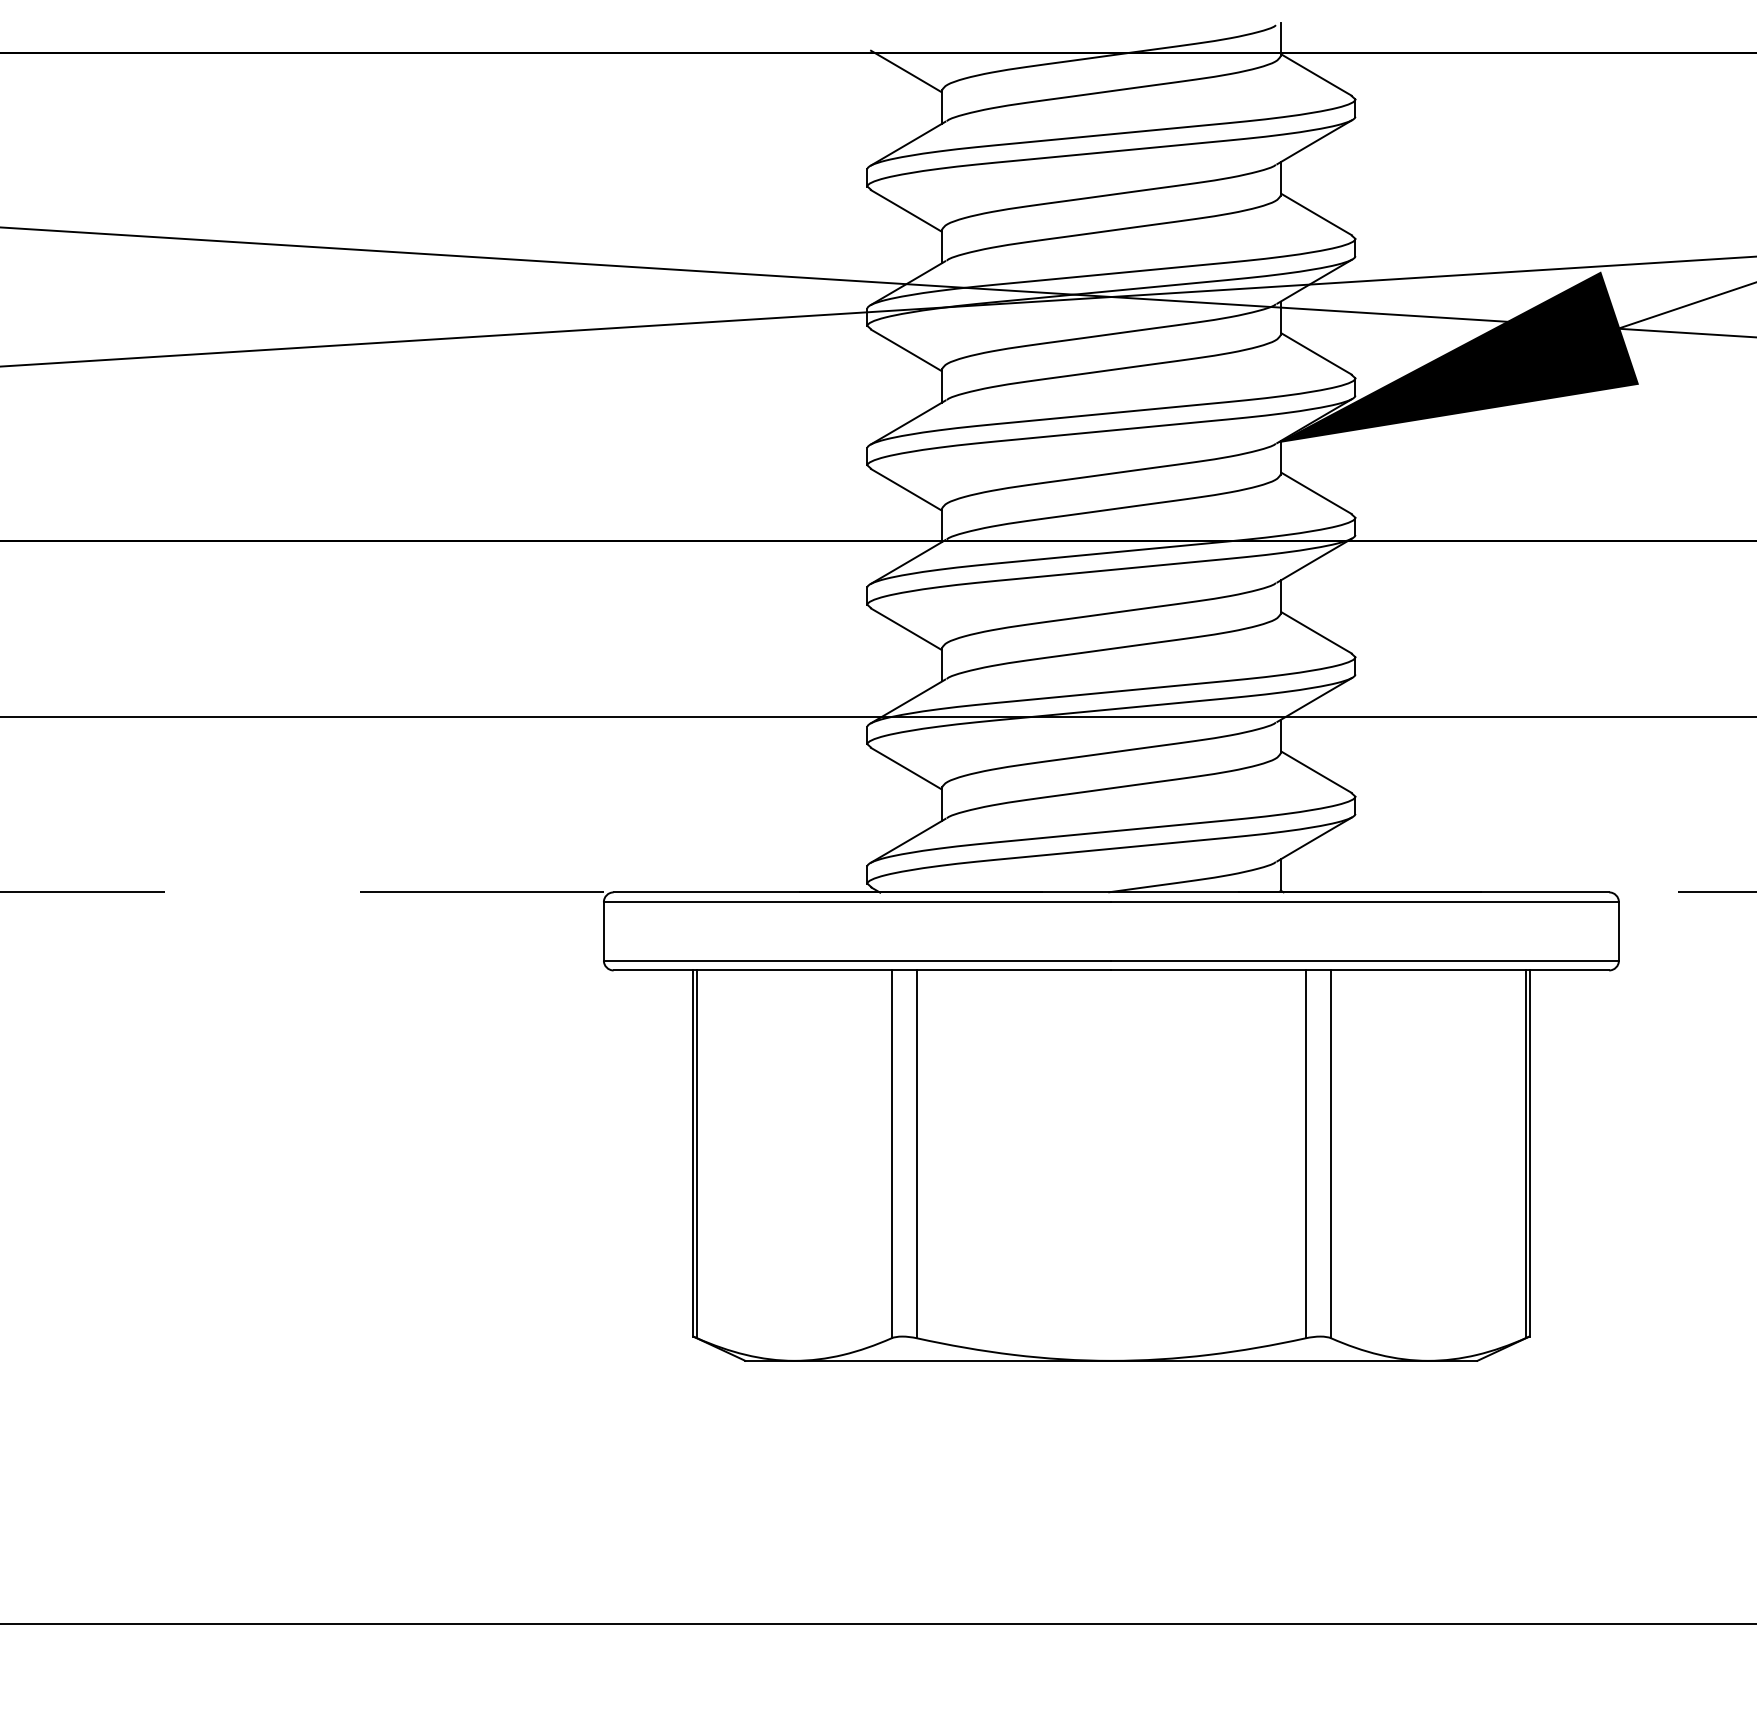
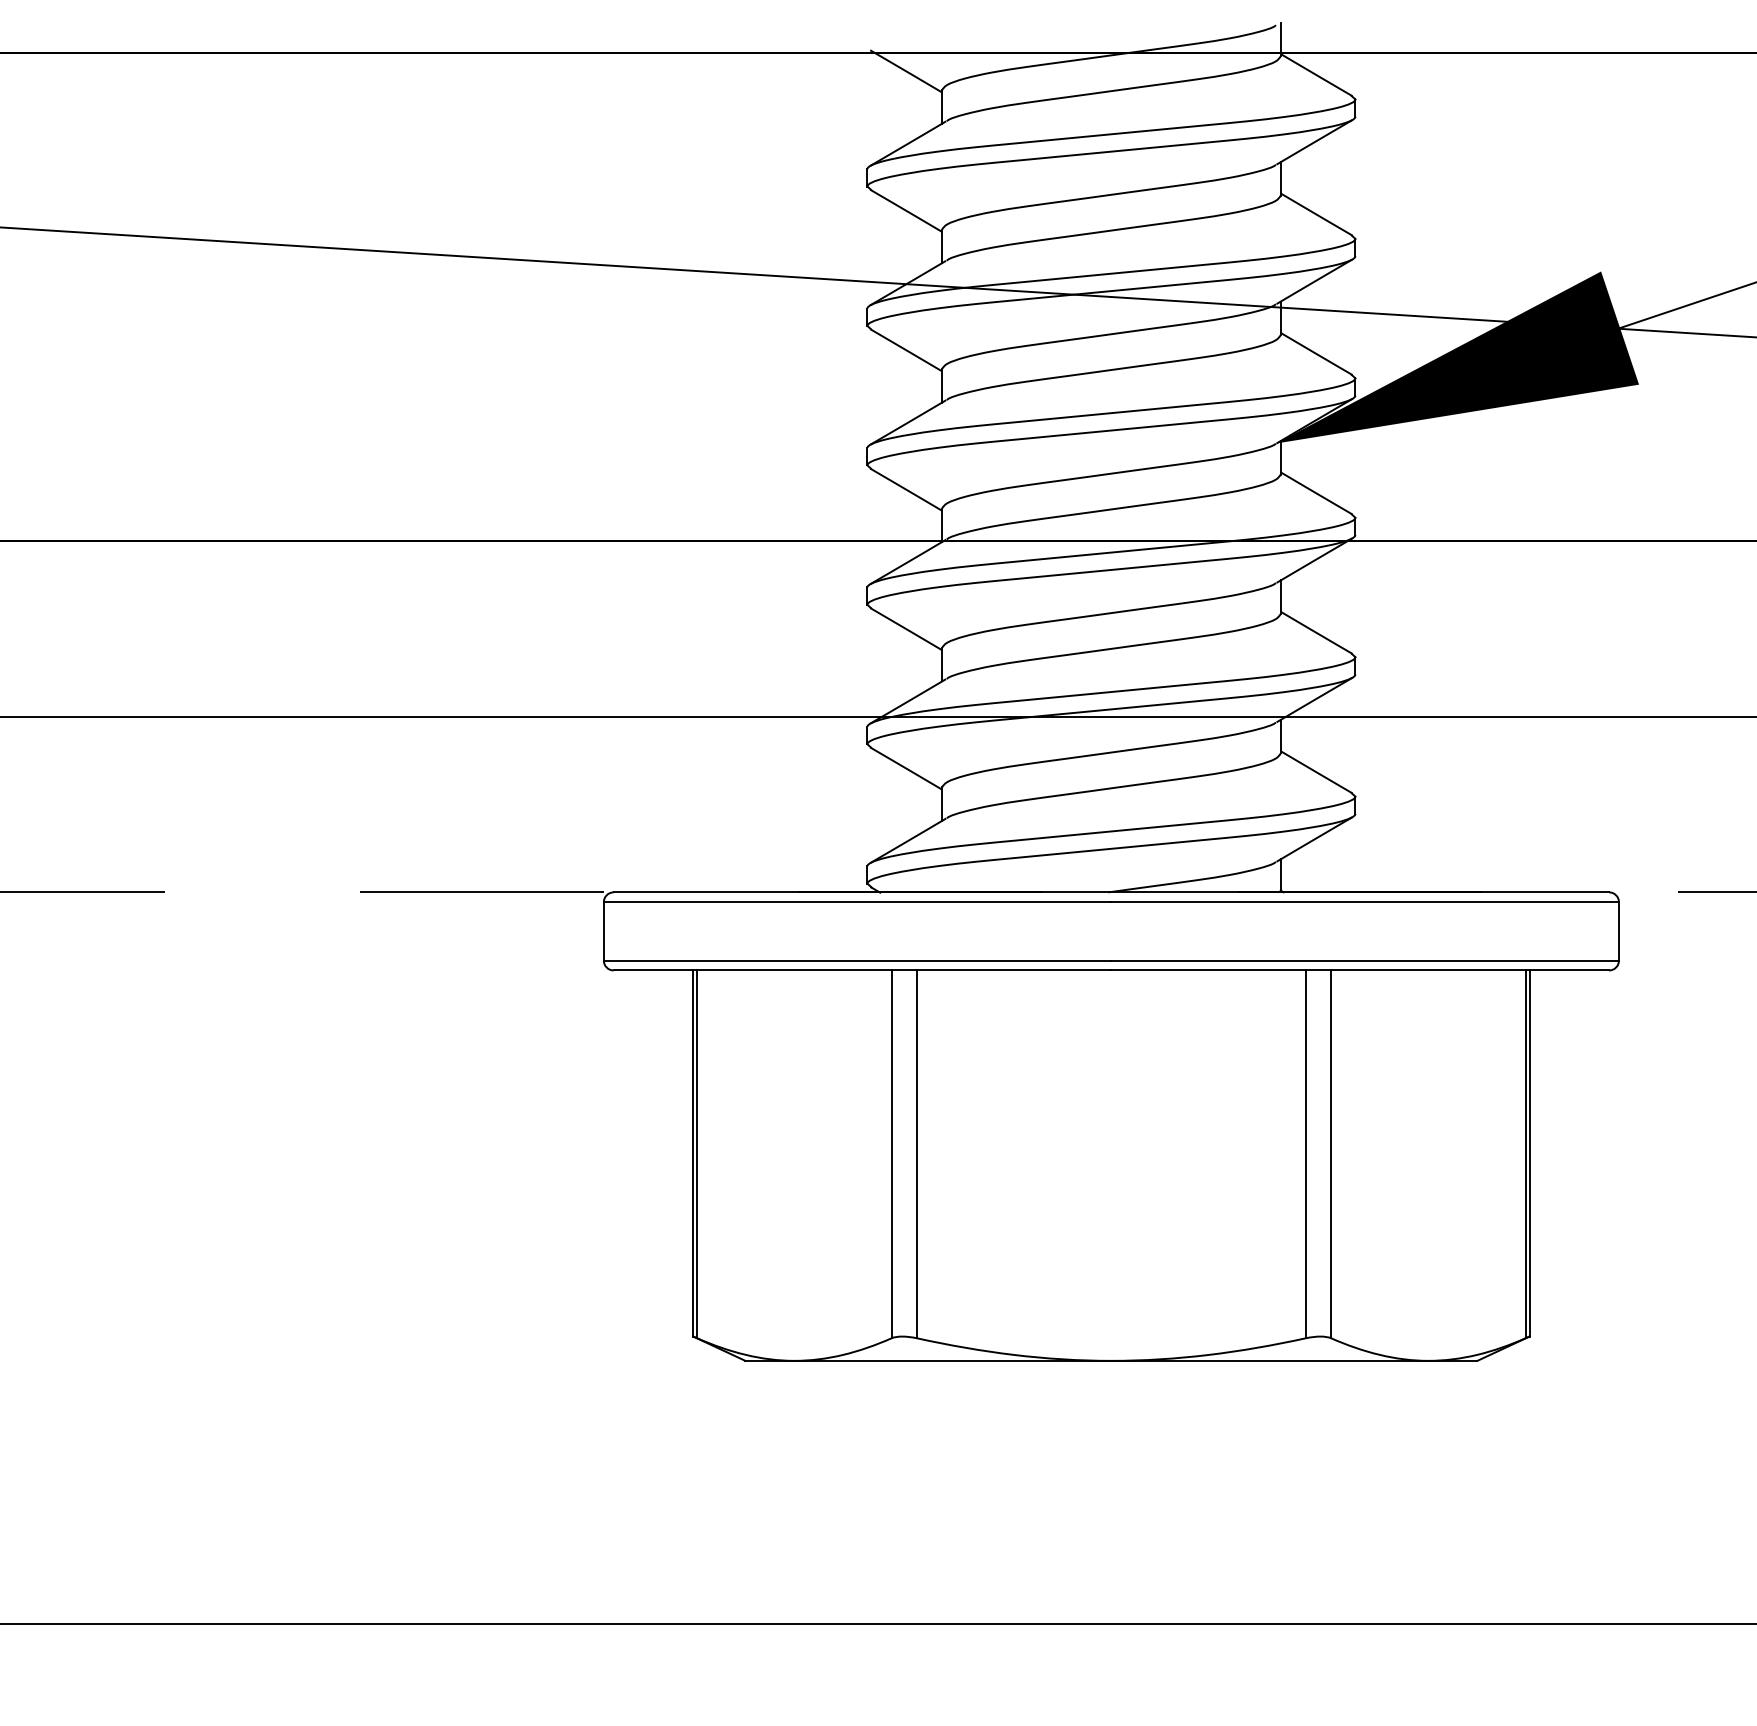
line at (877, 311): present -> none
